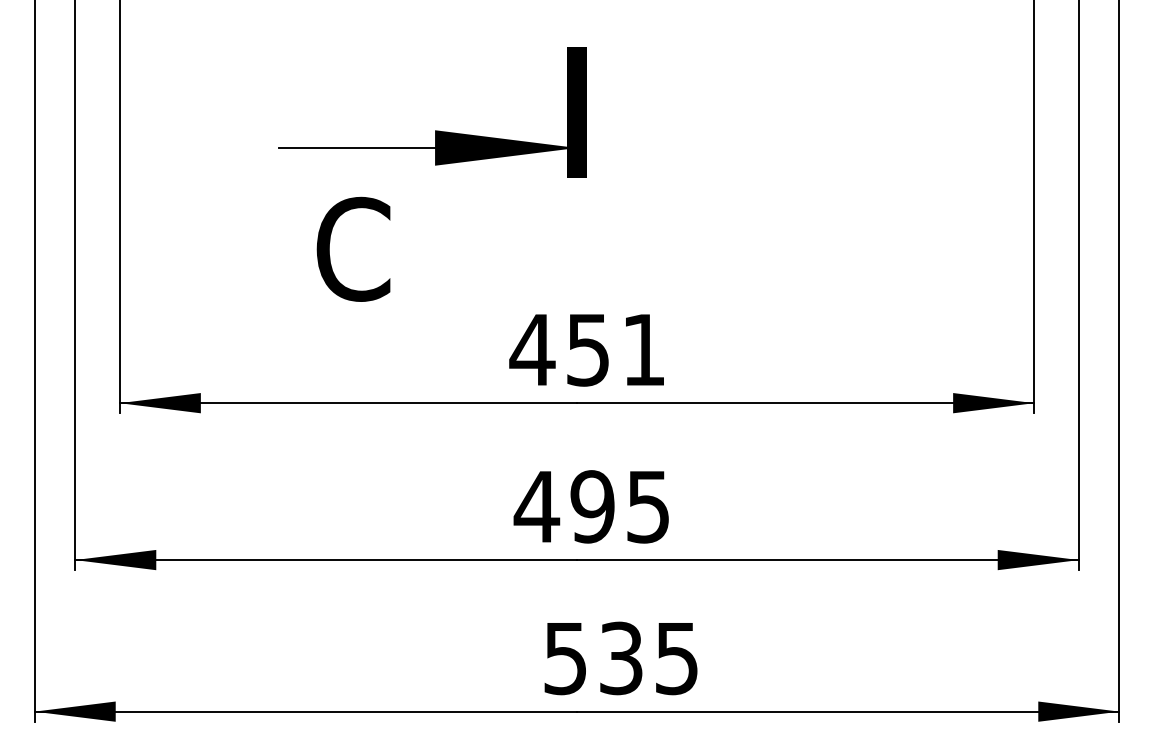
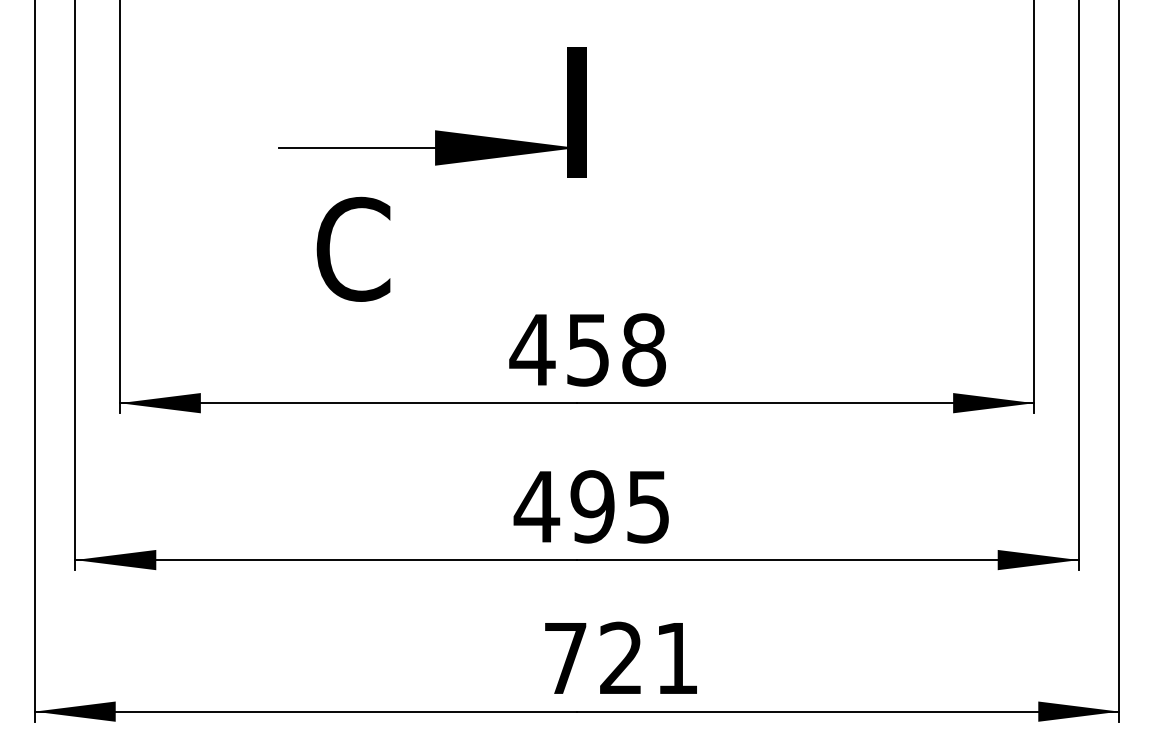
text at (643, 349): 451 -> 458
text at (620, 658): 535 -> 721
